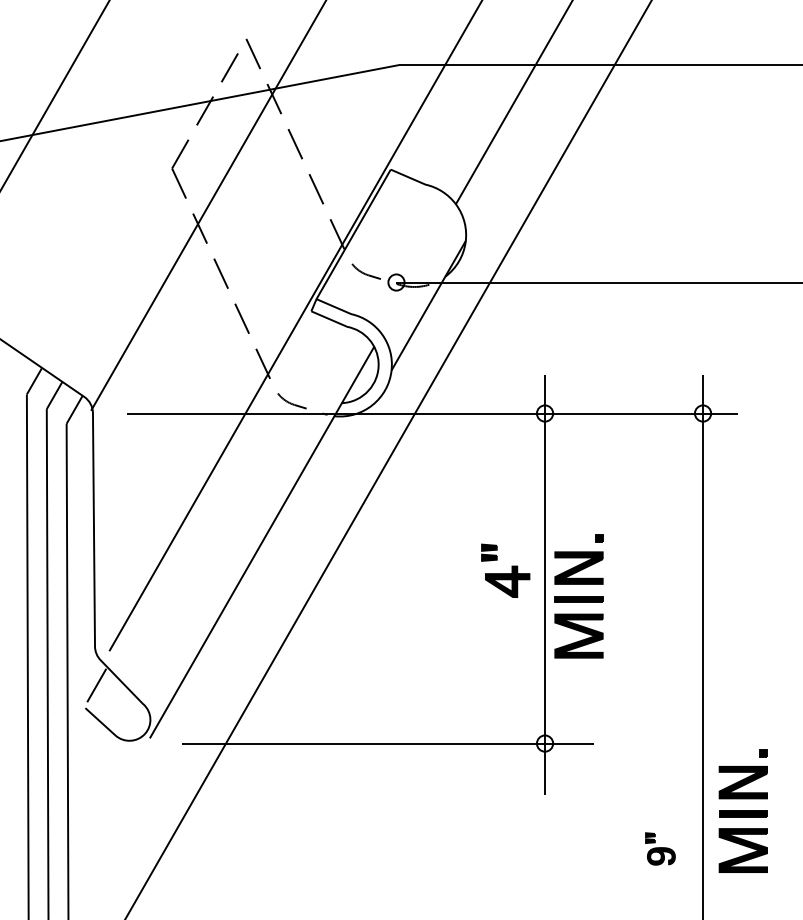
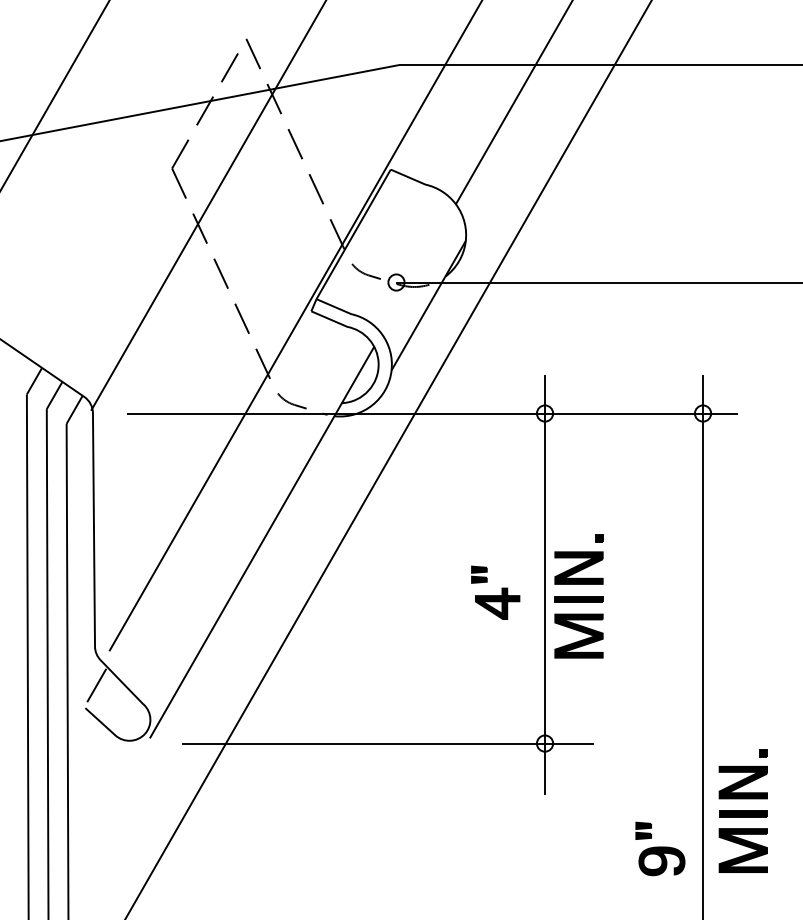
part at (505, 570) position: (505, 570) -> (495, 592)
part at (660, 848) size: 31x34 px -> 51x56 px
